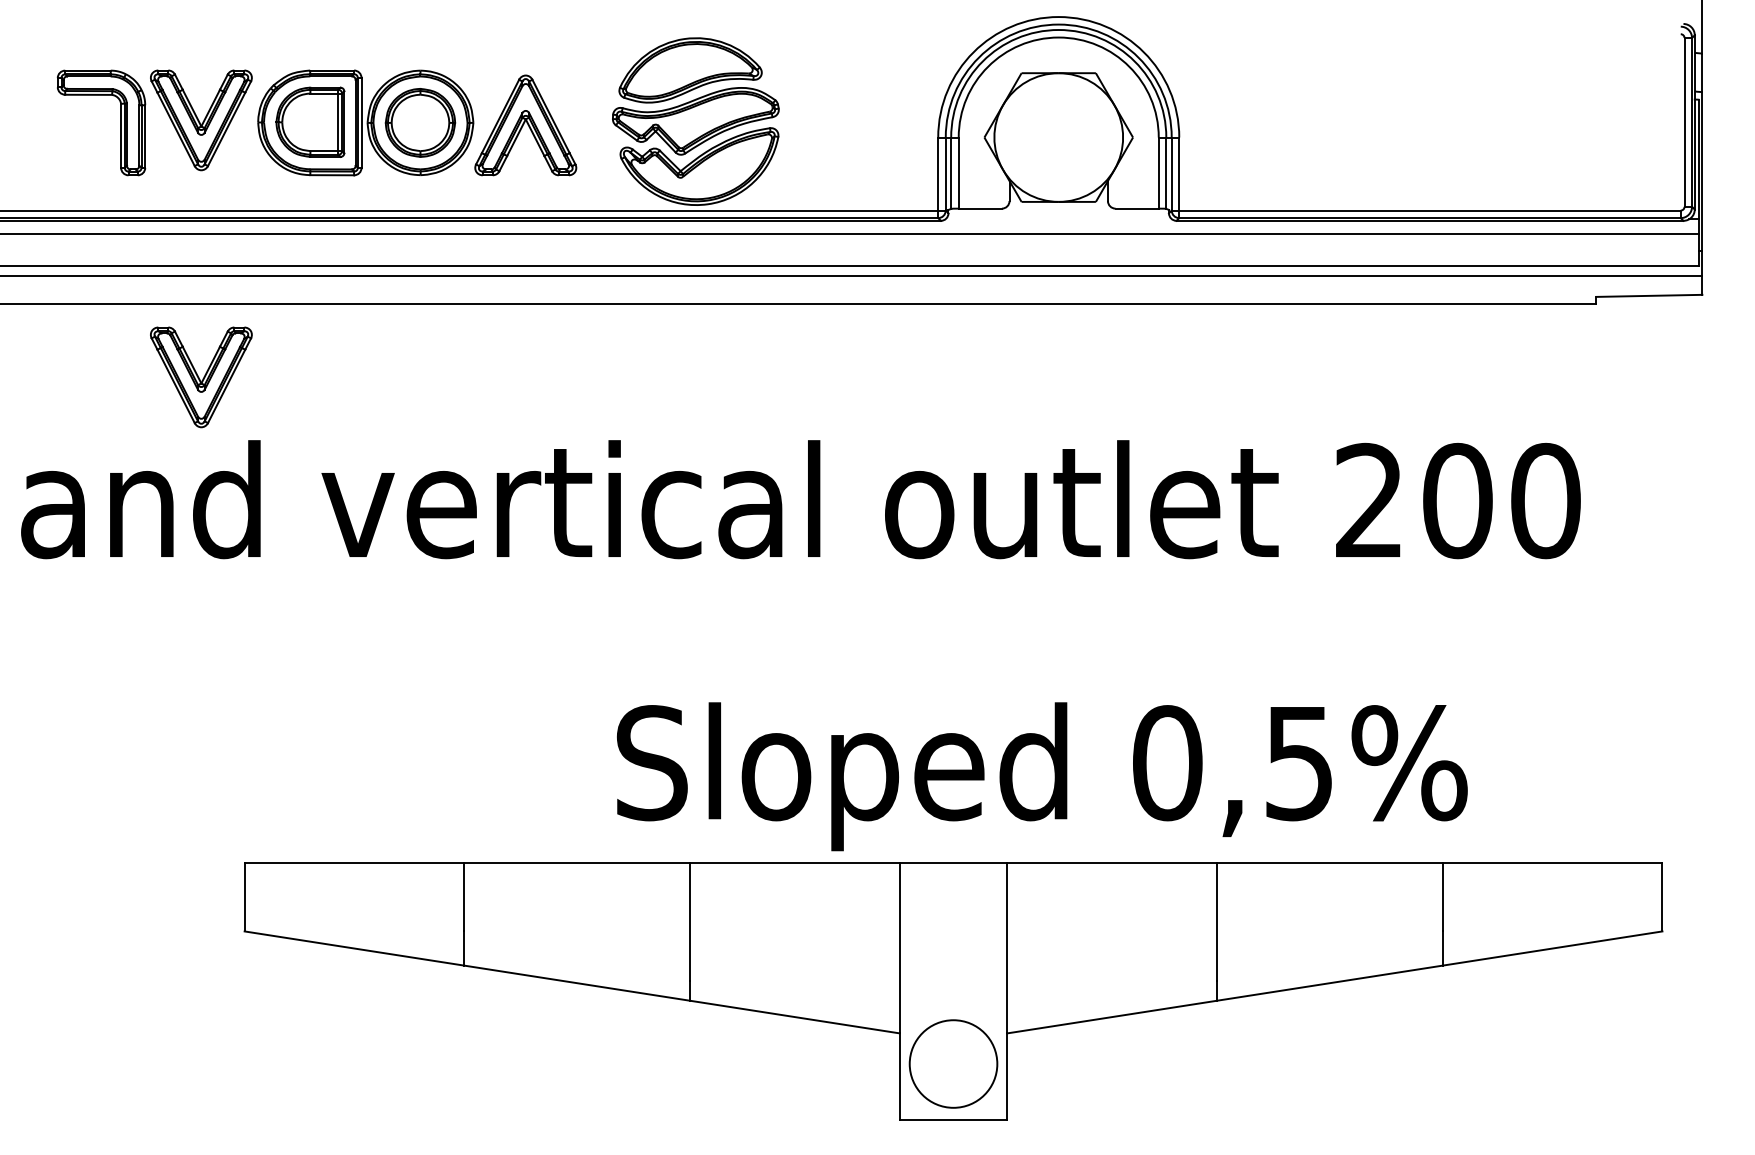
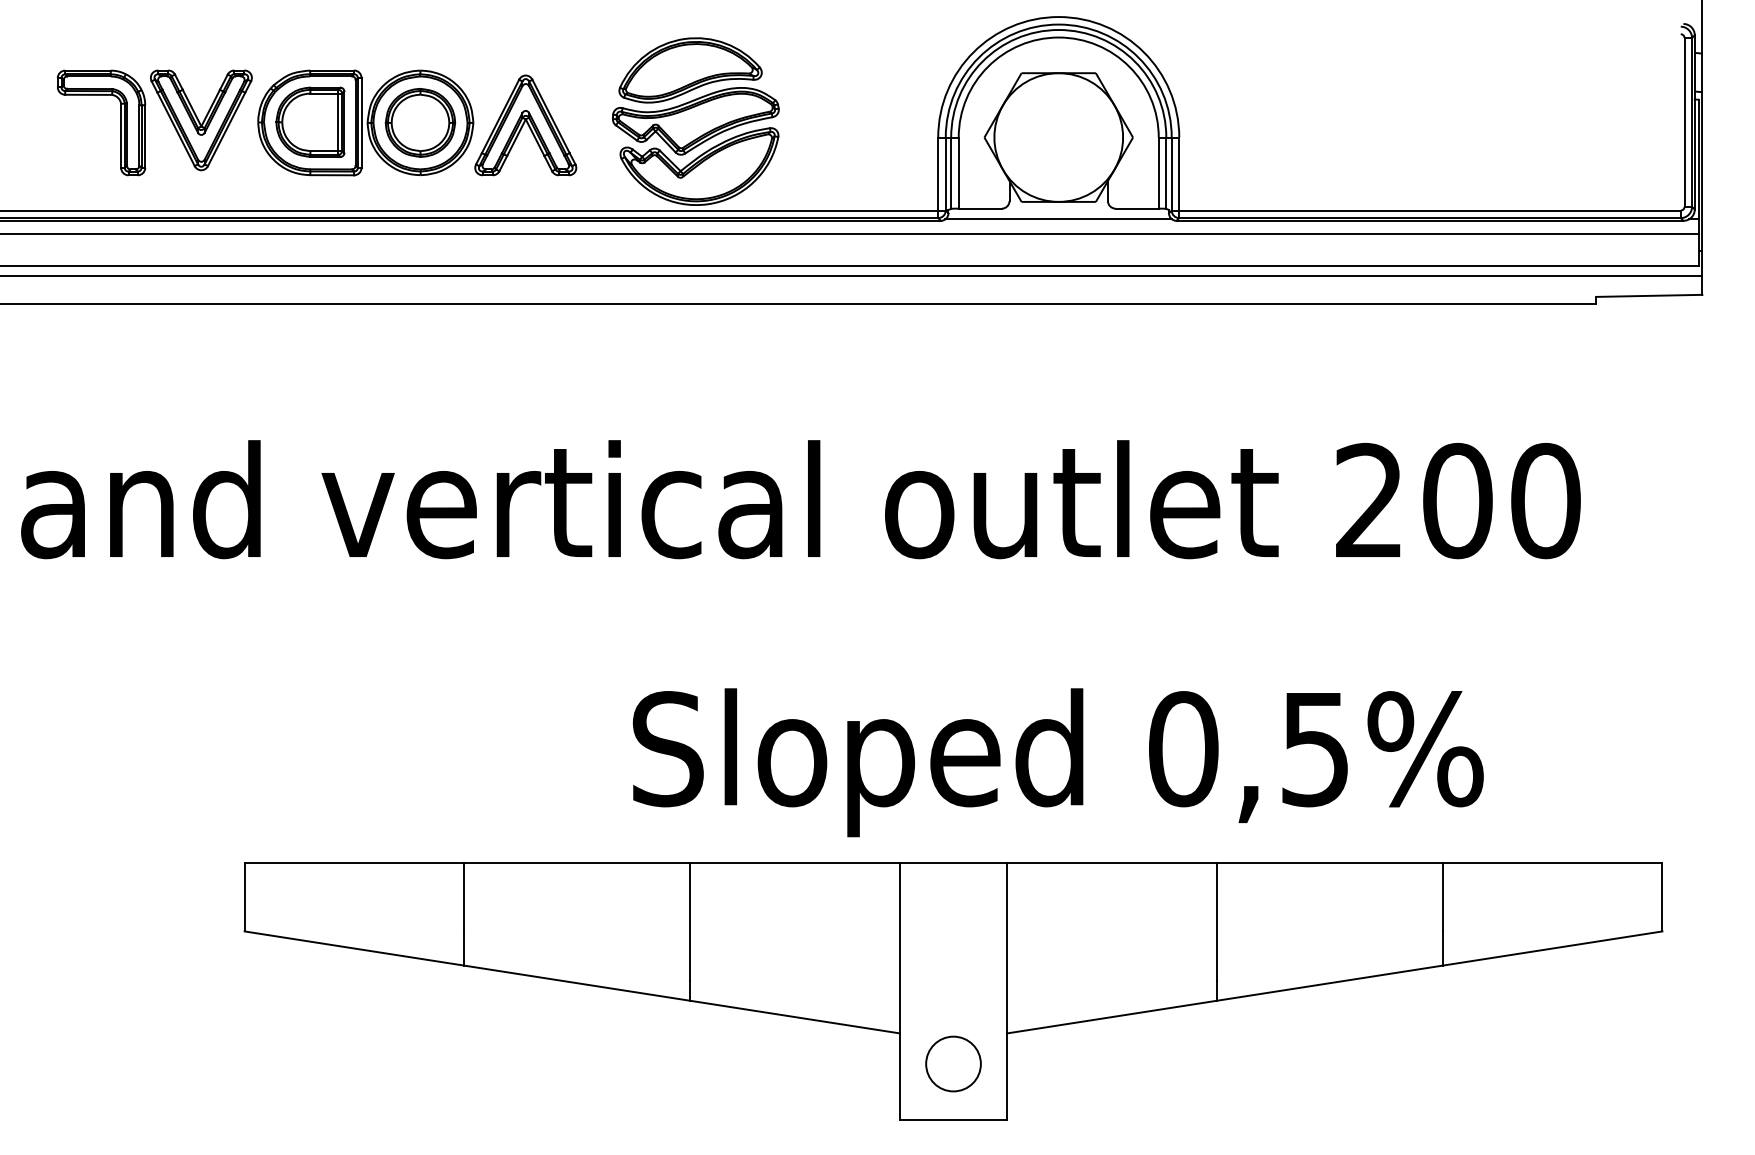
line at (1058, 219): none -> present
part at (201, 377): present -> none
text at (1042, 776) position: (1042, 776) -> (1058, 762)
circle at (953, 1063) diameter: 88 px -> 55 px
